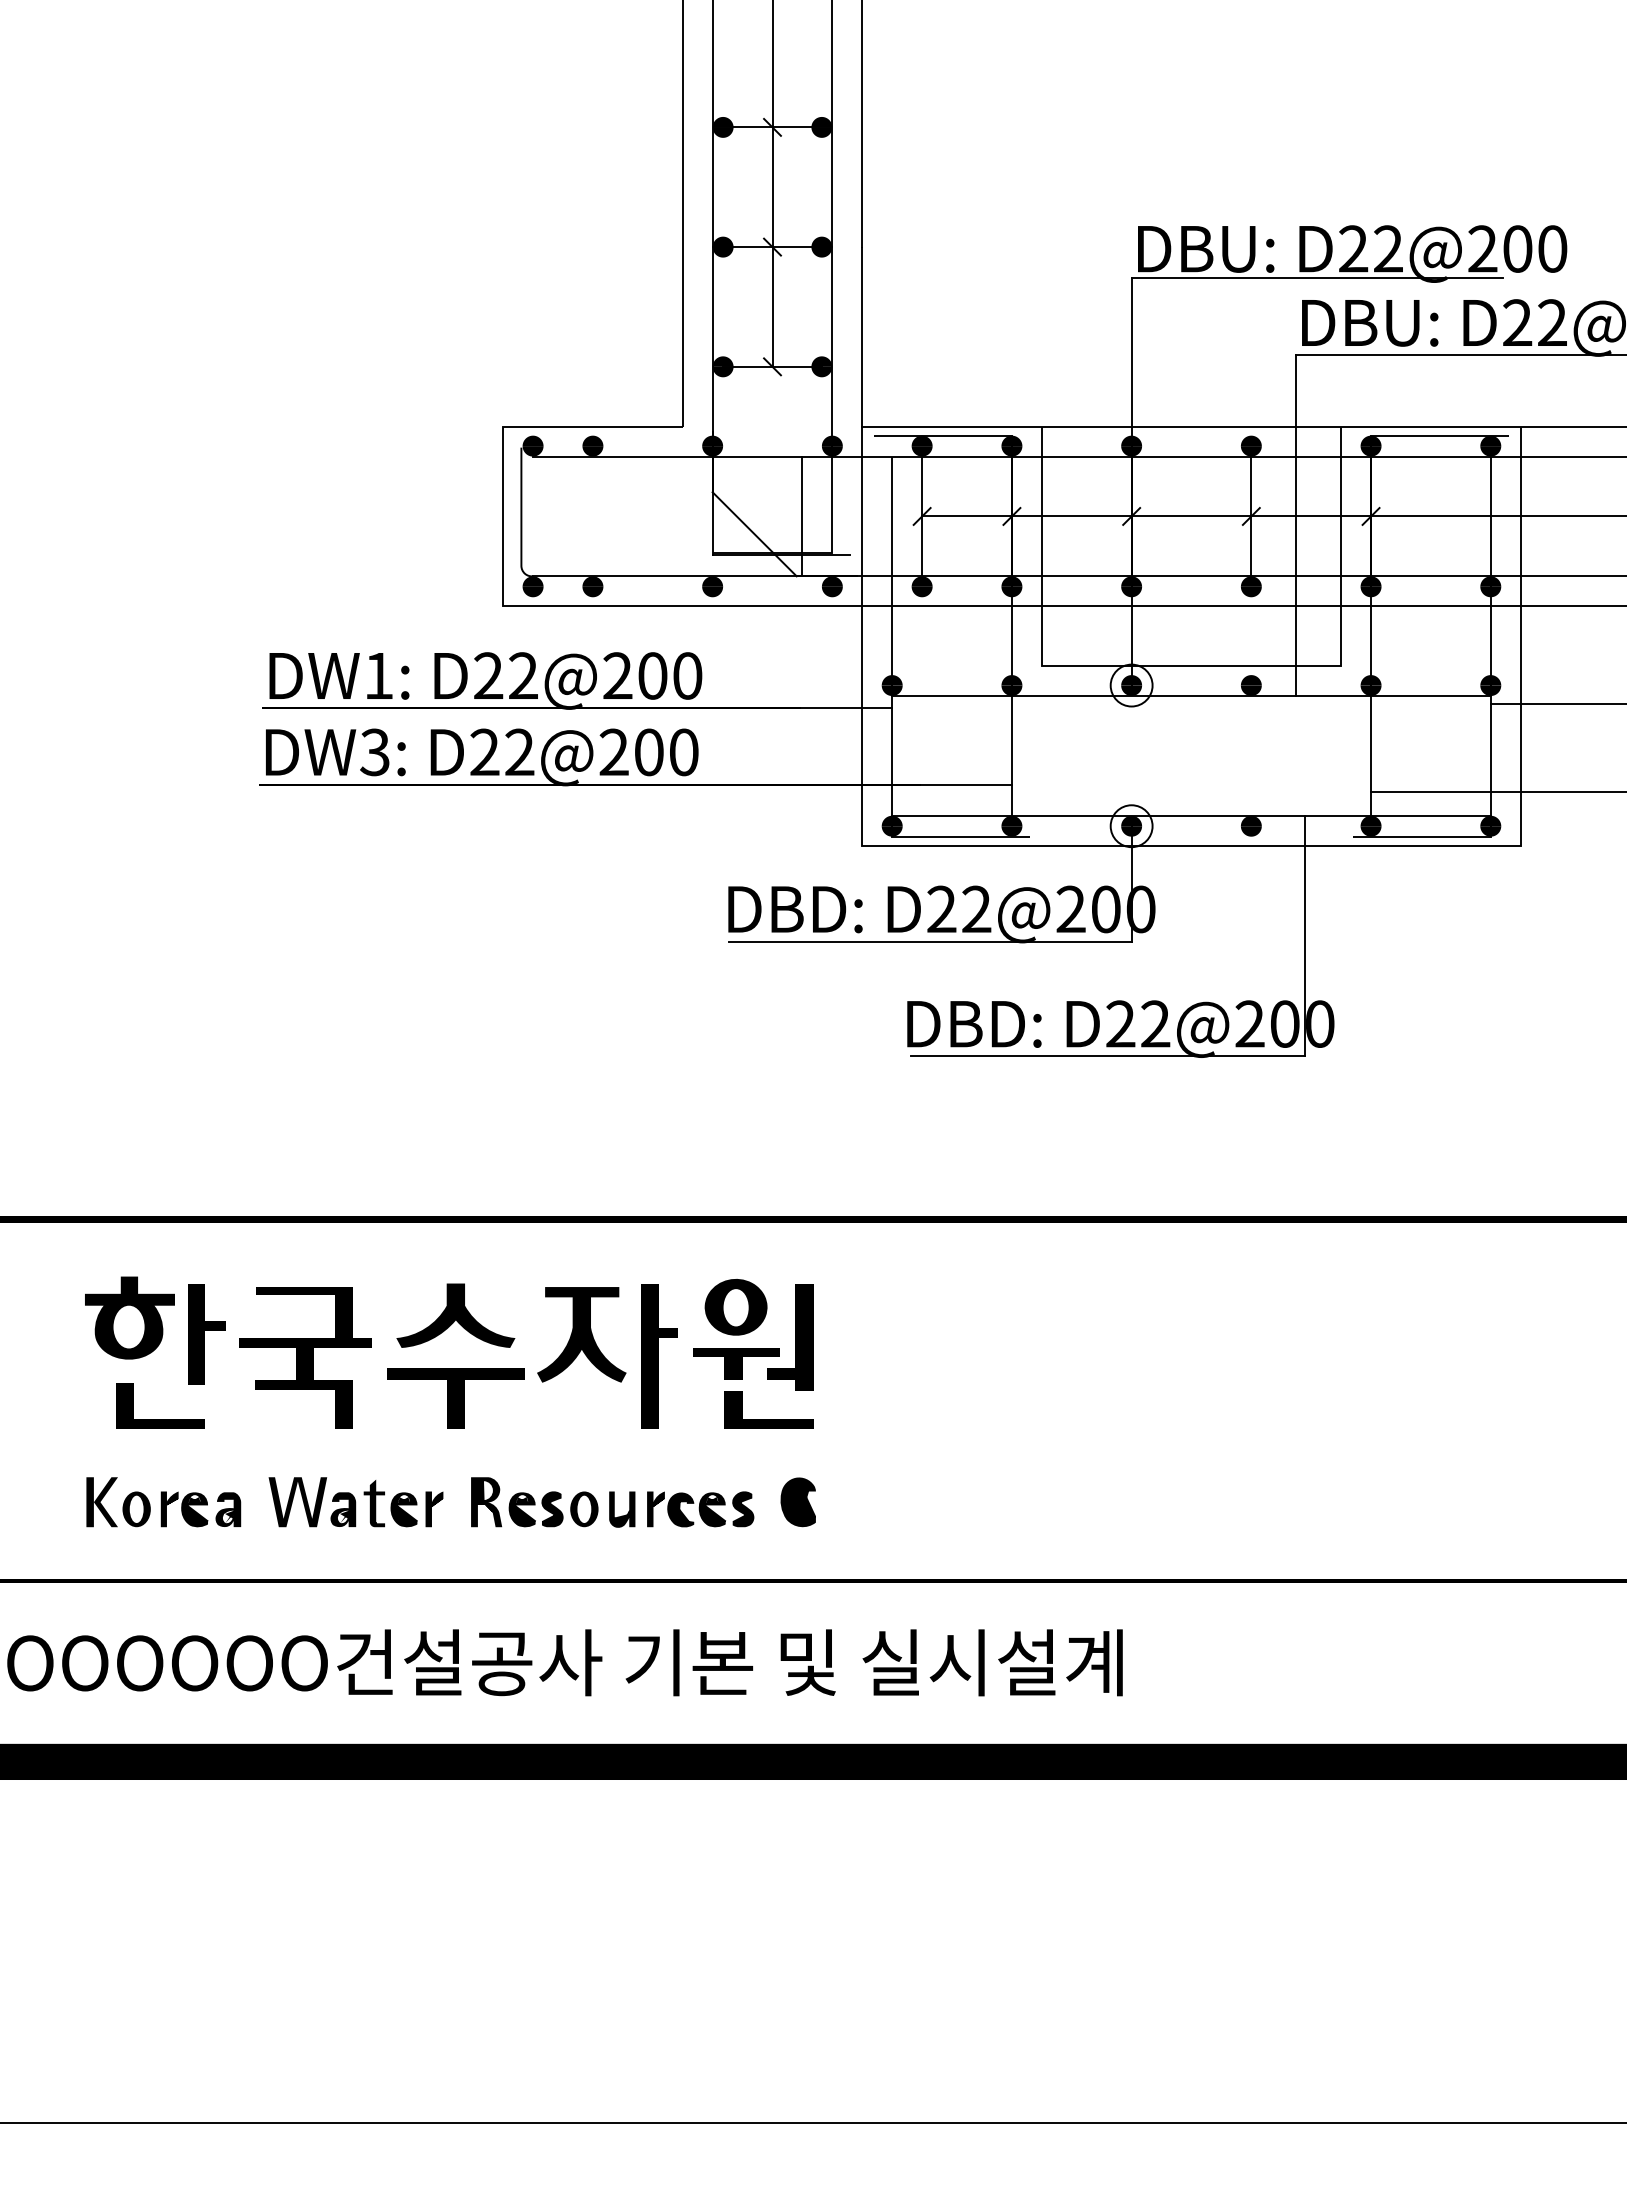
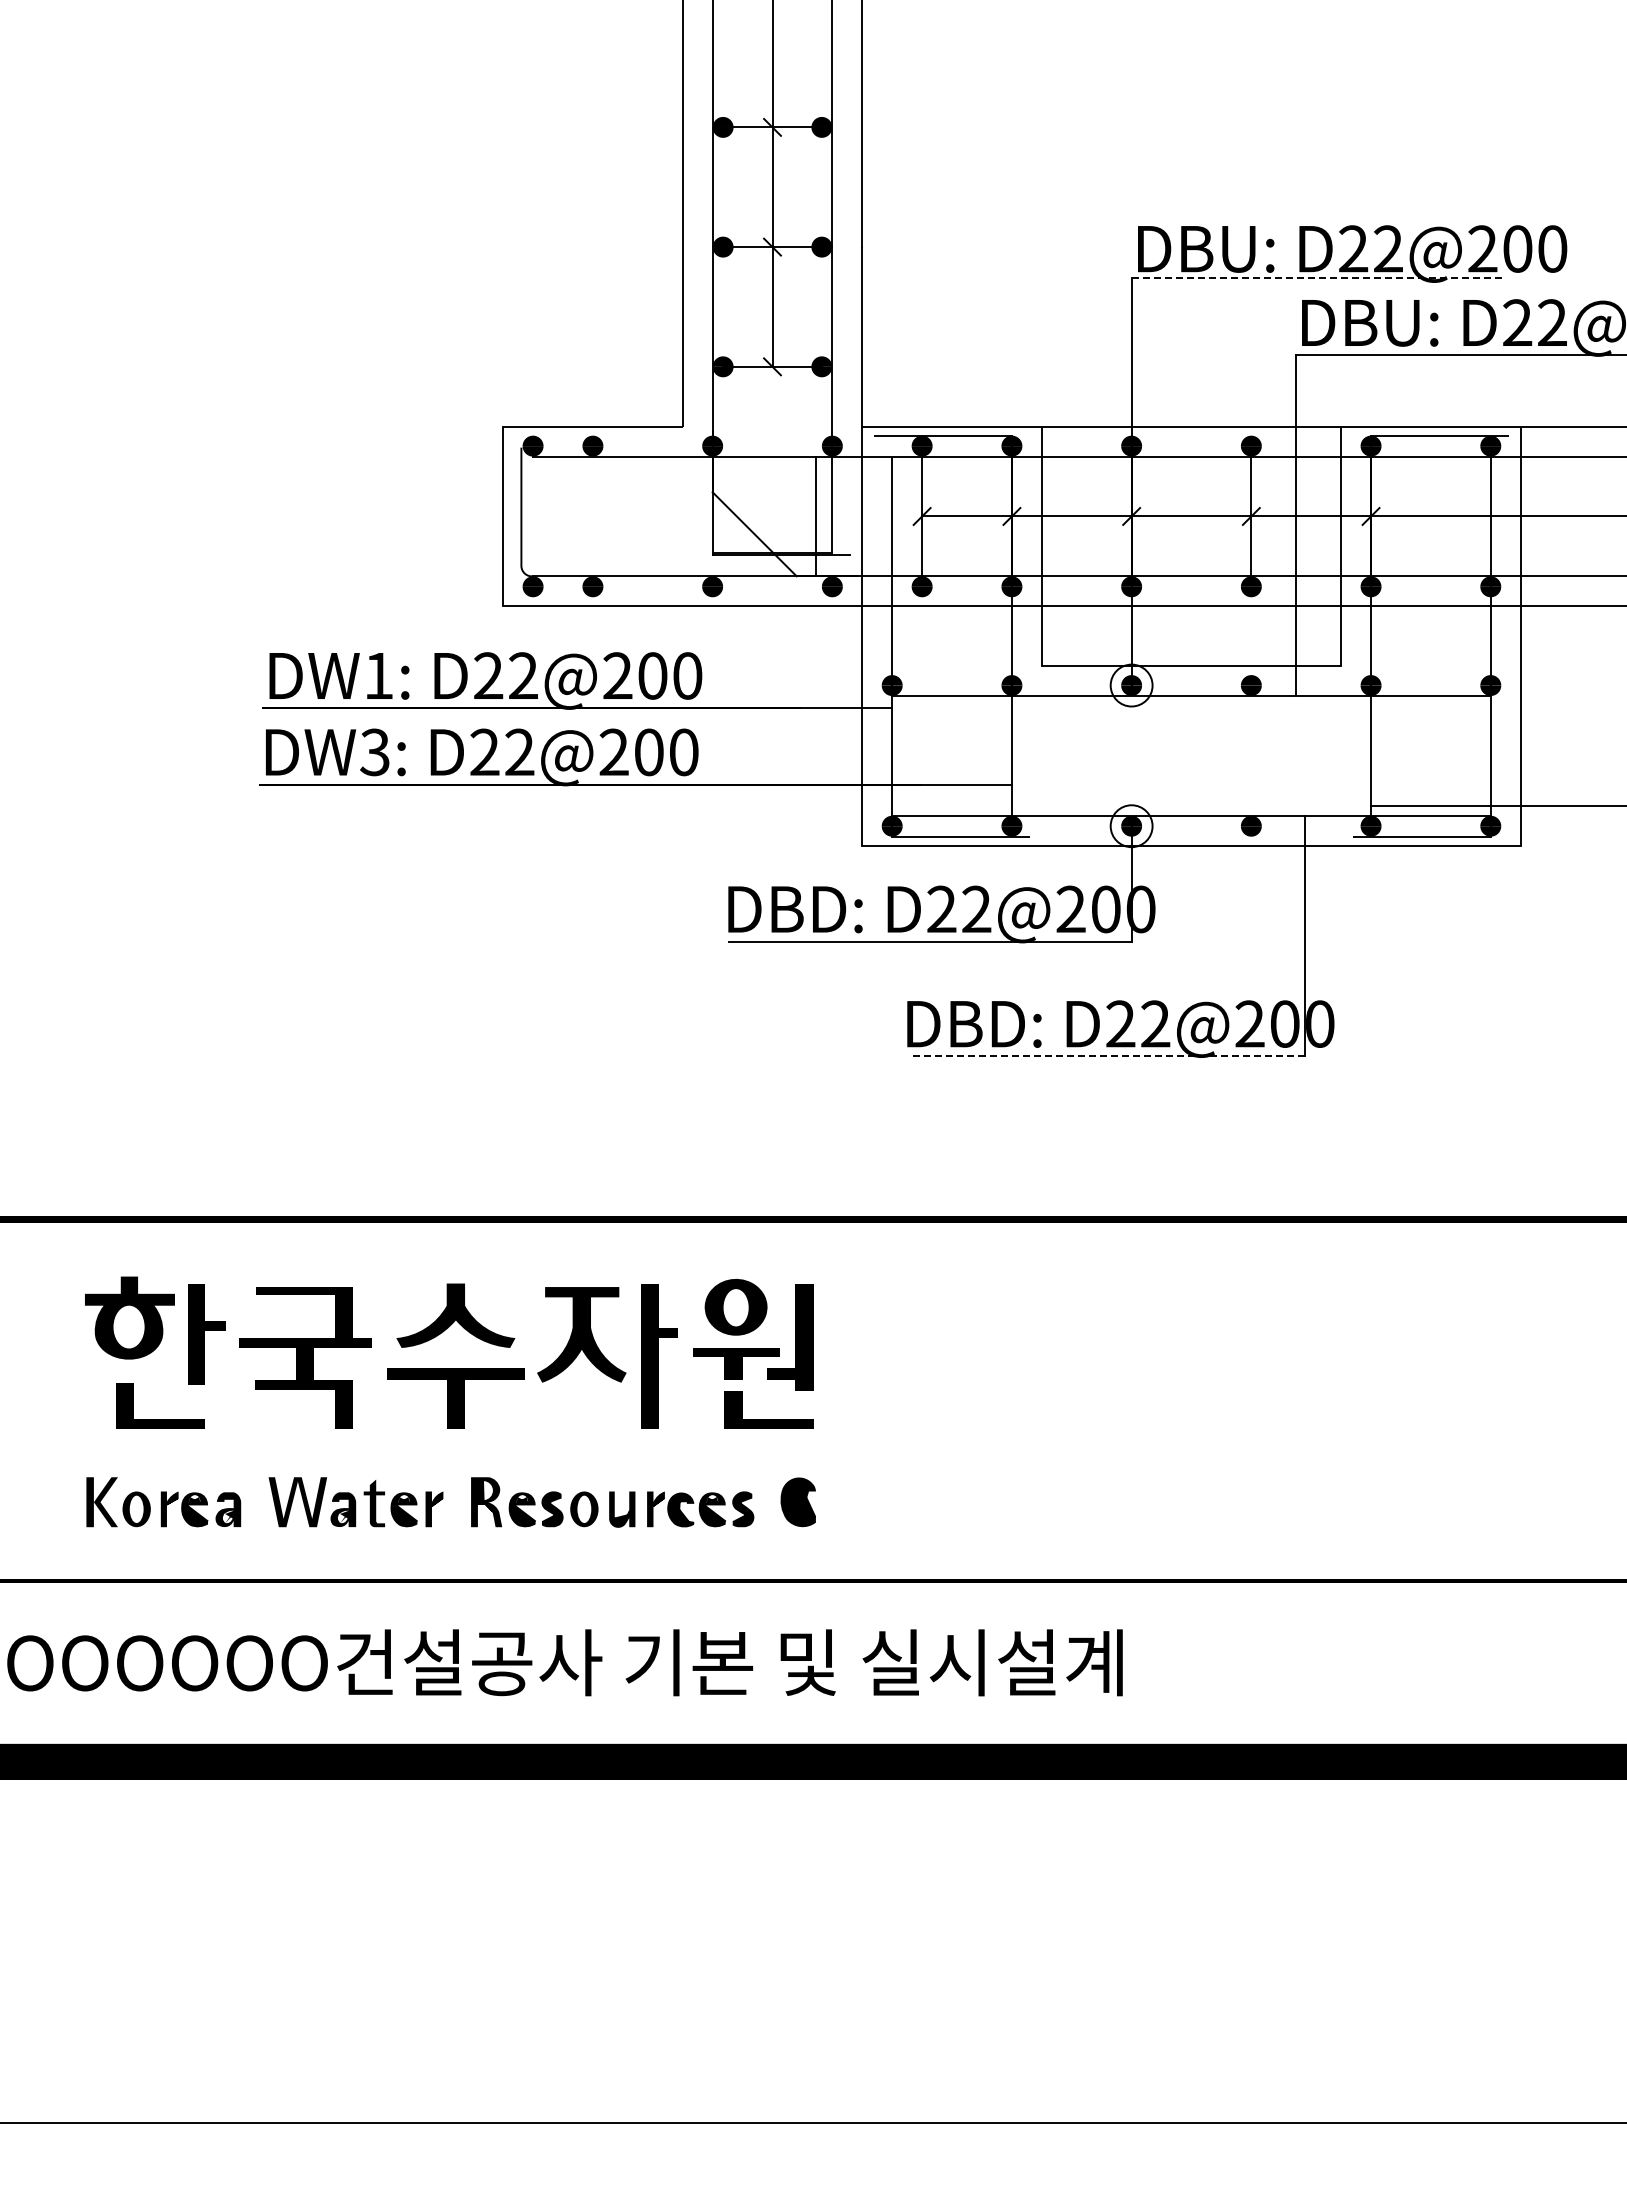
line at (1317, 277): solid -> dashed
line at (802, 516) position: (802, 516) -> (816, 516)
line at (1556, 704): present -> none
line at (1497, 792) position: (1497, 792) -> (1497, 806)
line at (1107, 1056): solid -> dashed
